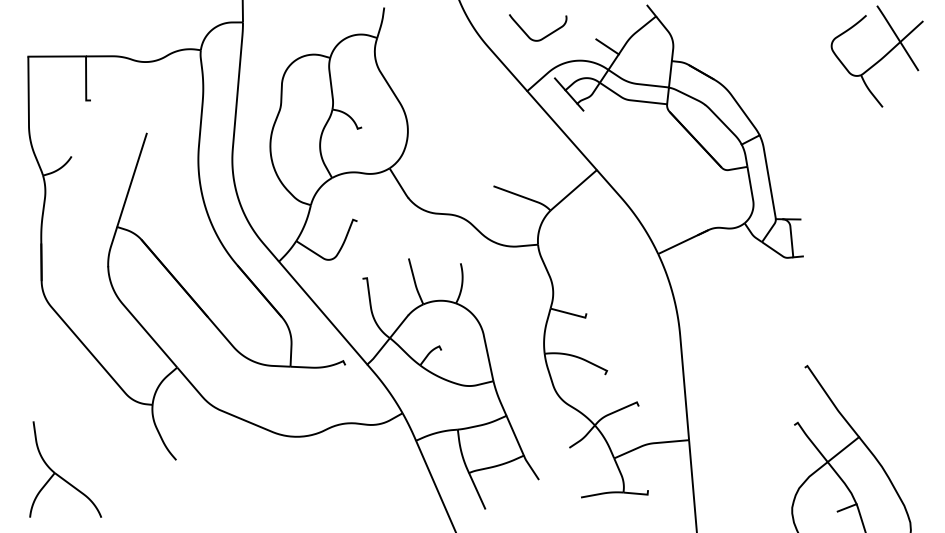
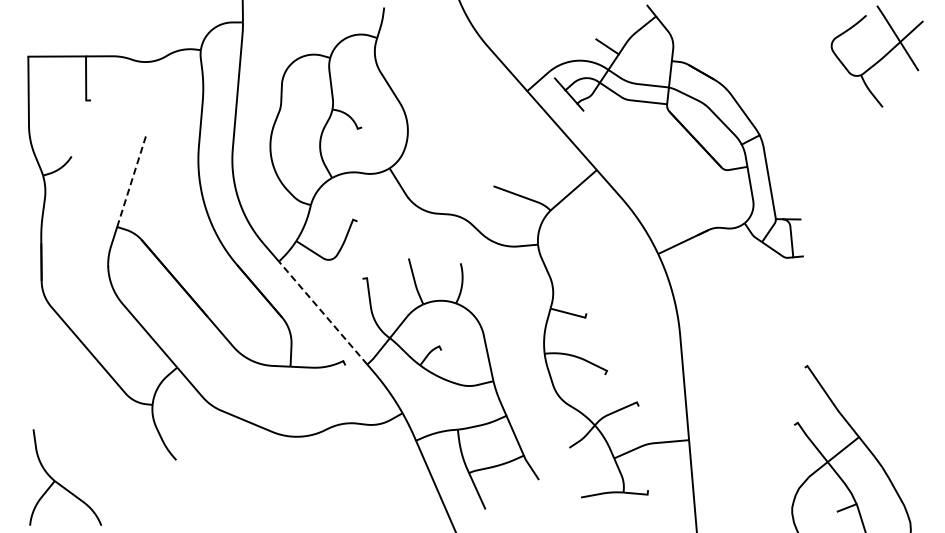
curve at (542, 37): present -> none
line at (131, 180): solid -> dashed
line at (323, 313): solid -> dashed
part at (61, 476) position: (61, 476) -> (61, 484)
